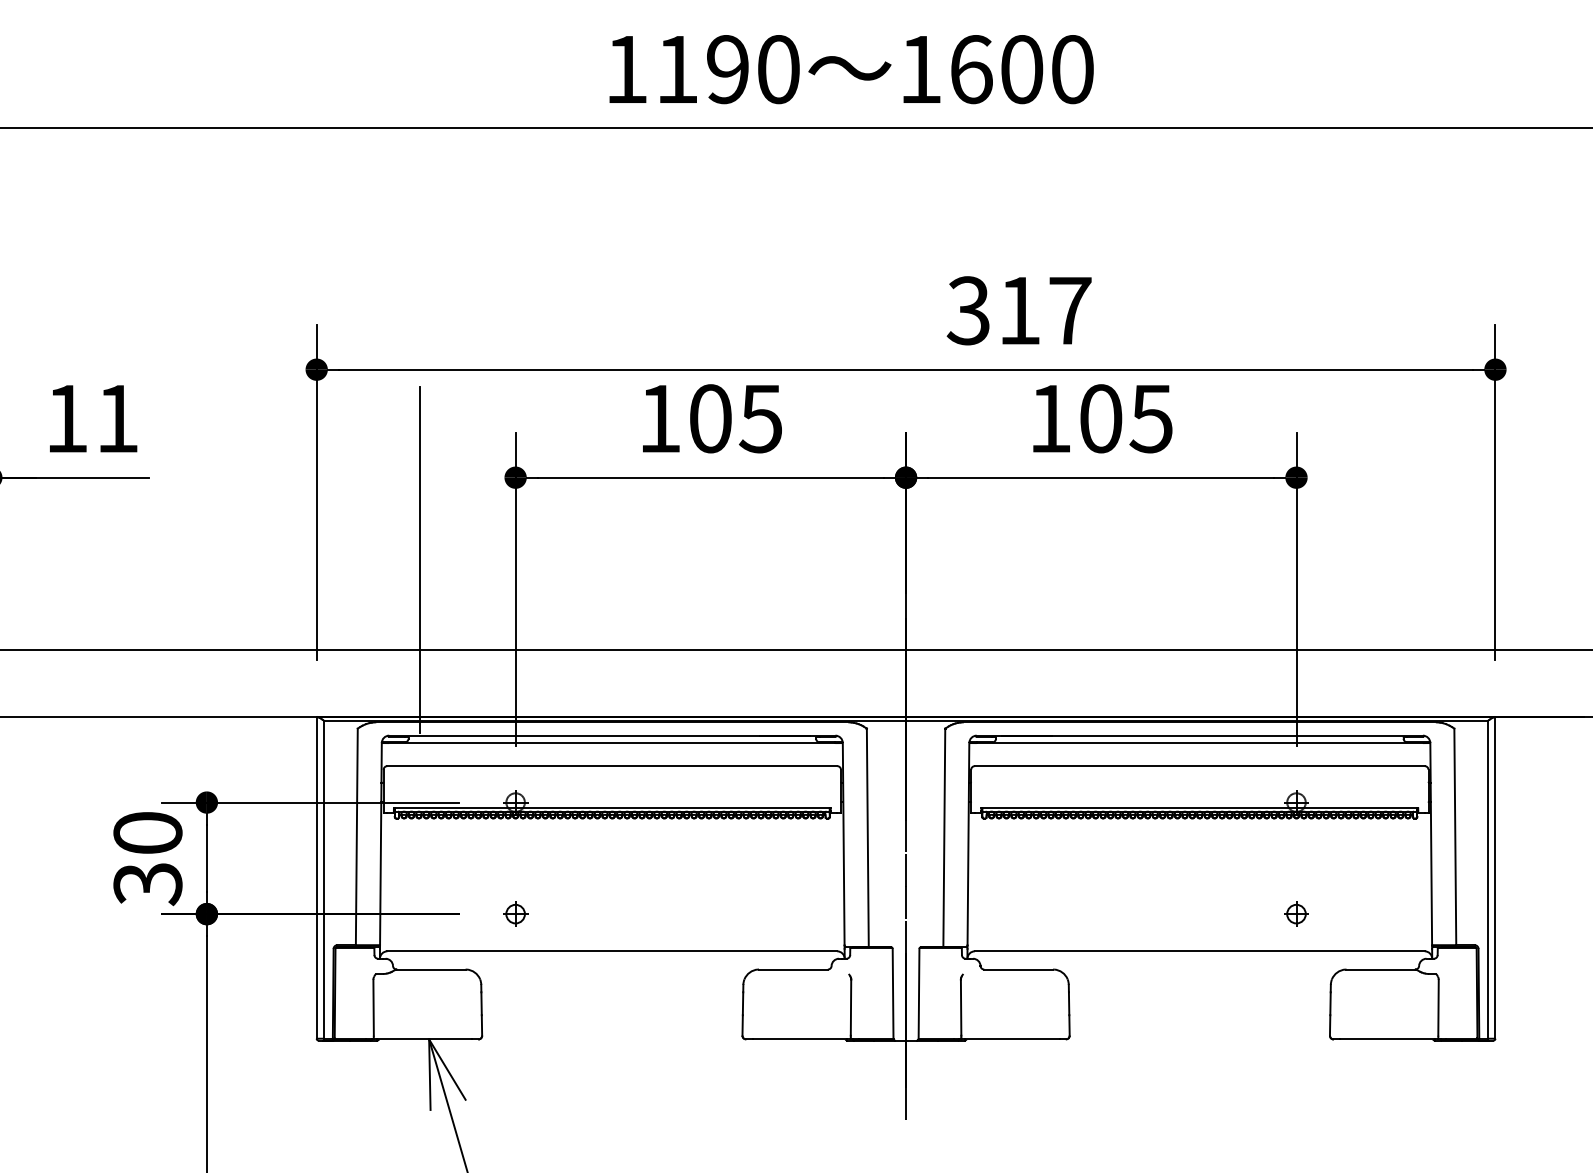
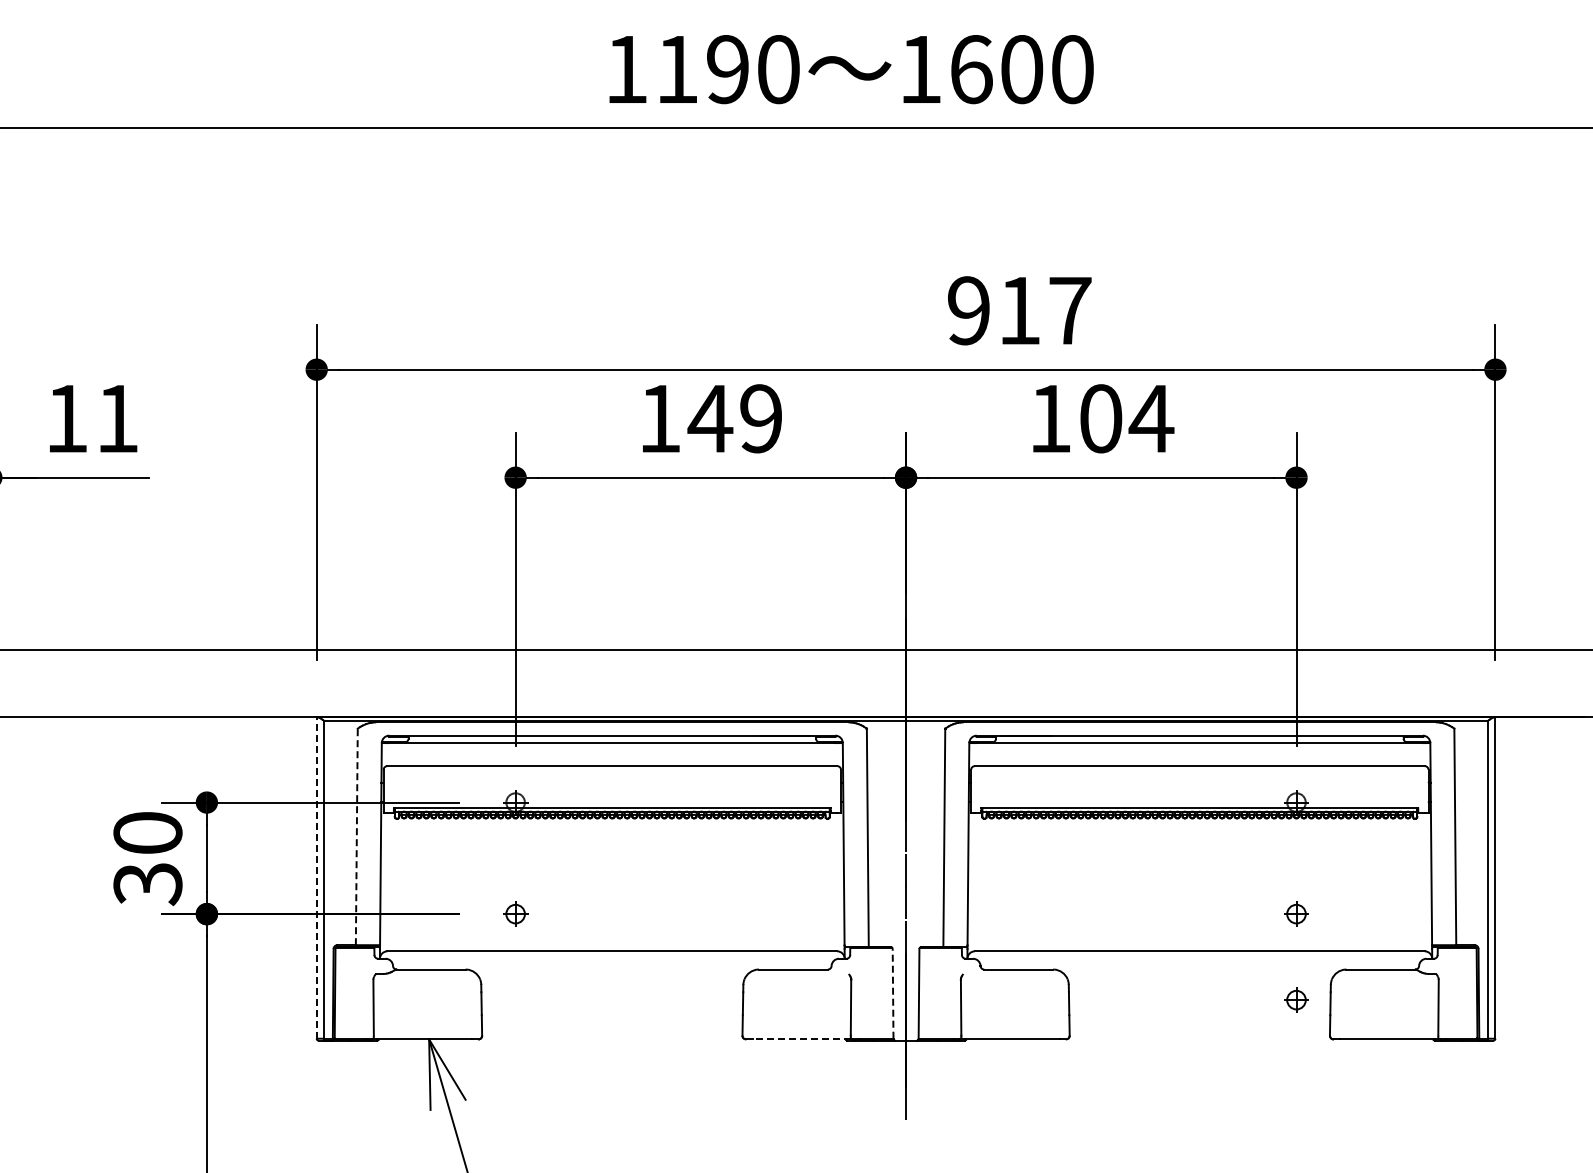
text at (967, 310): 317 -> 917
text at (734, 418): 105 -> 149
text at (1151, 419): 105 -> 104
line at (420, 560): present -> none
line at (356, 836): solid -> dashed
line at (316, 877): solid -> dashed
line at (893, 993): solid -> dashed
part at (1296, 999): none -> present
line at (801, 1039): solid -> dashed
